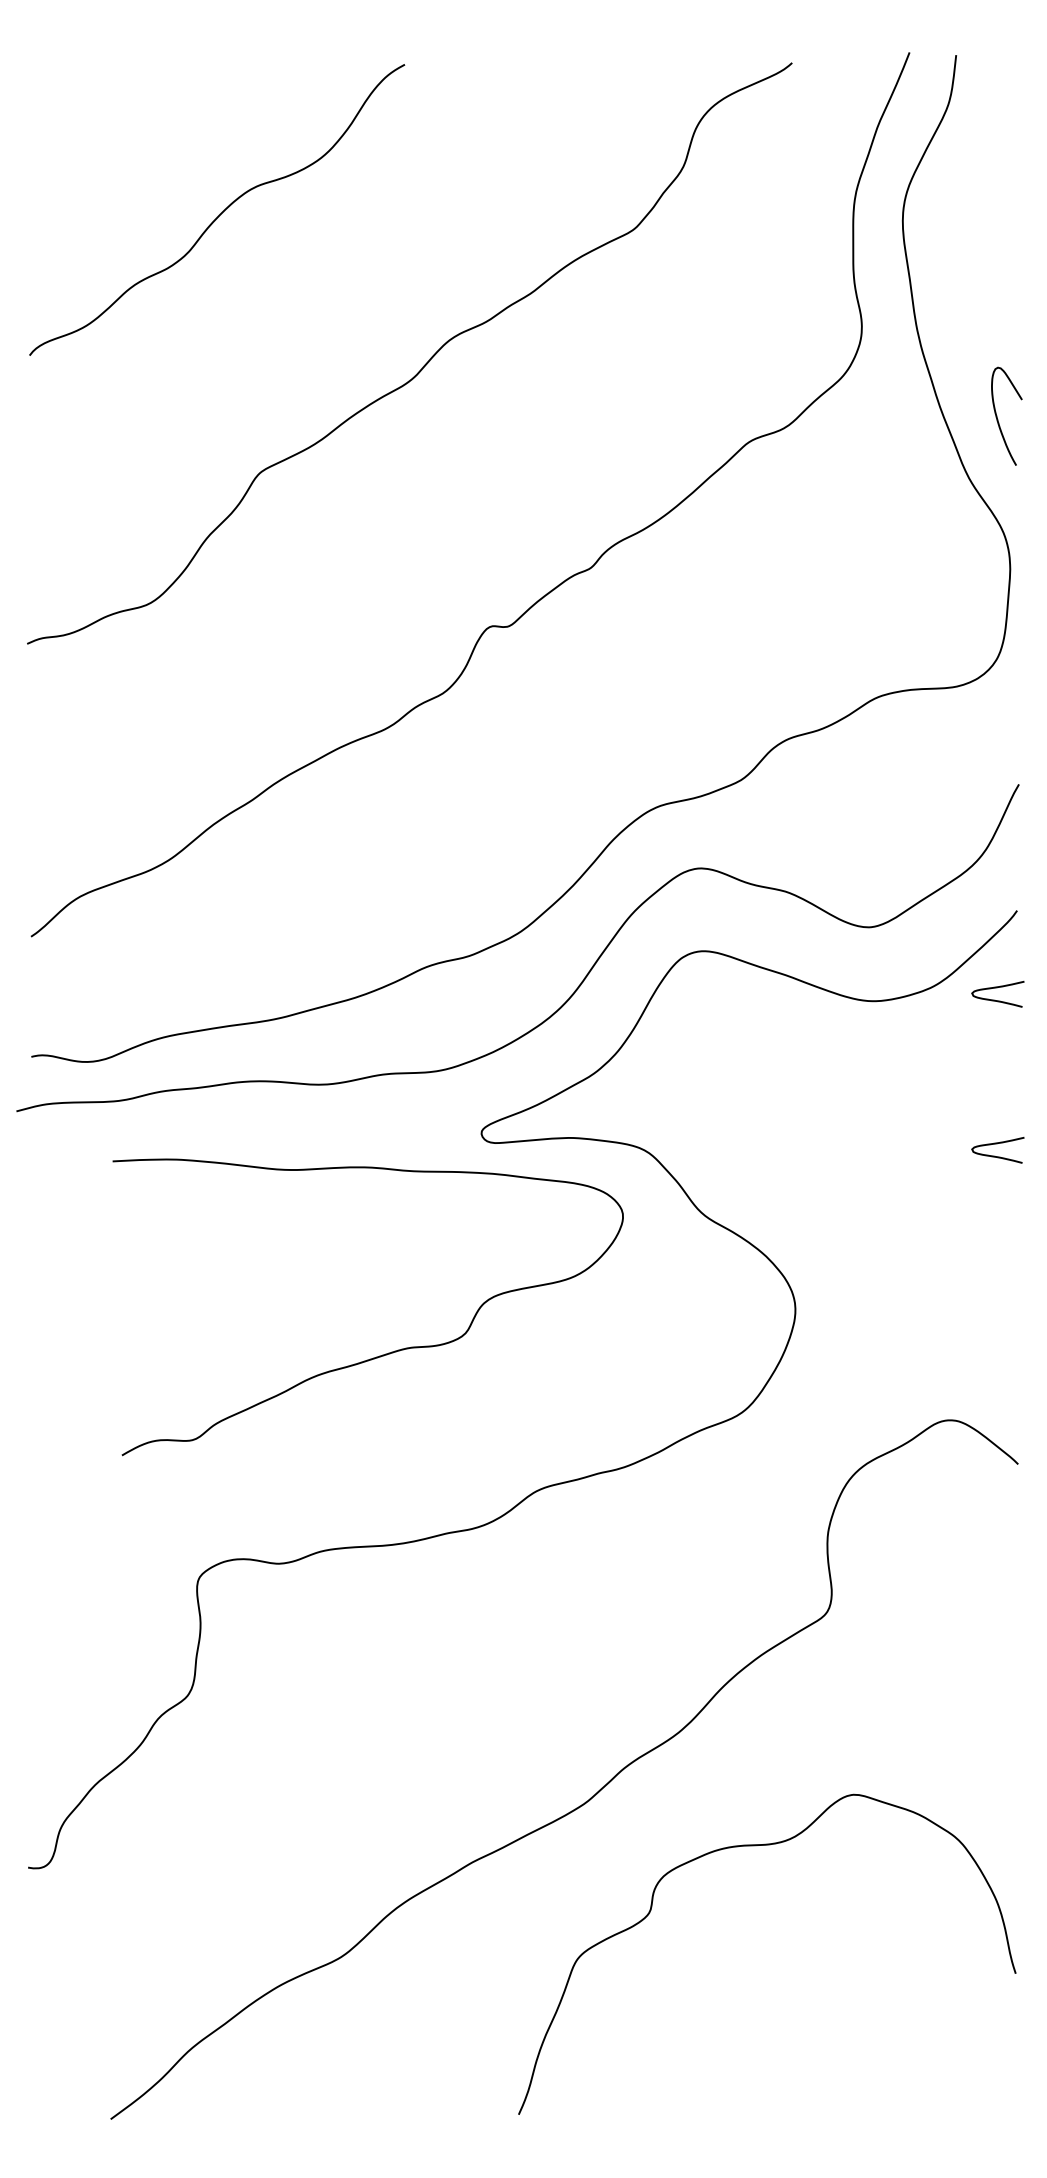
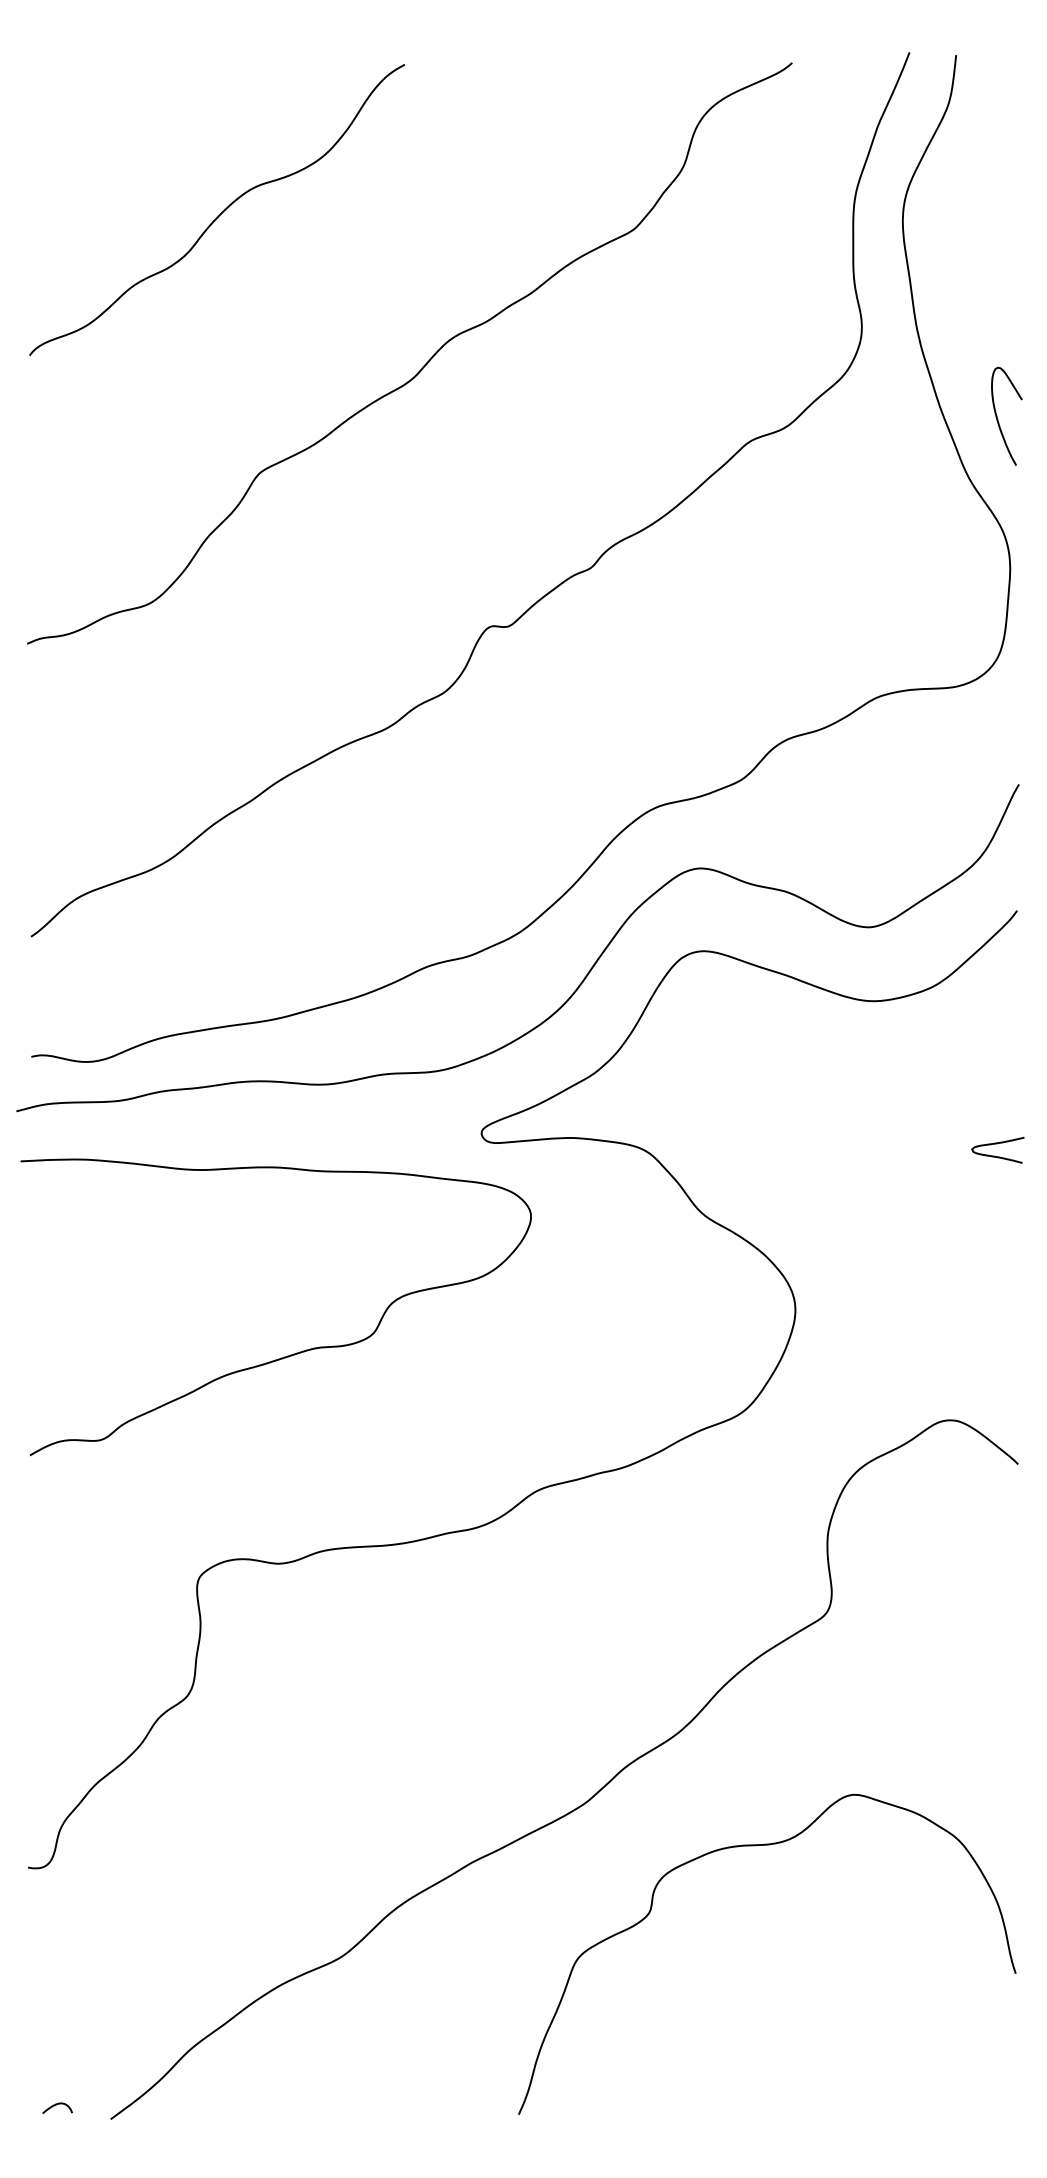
curve at (994, 999): present -> none
curve at (382, 1354) position: (382, 1354) -> (290, 1354)
curve at (56, 2105): none -> present
